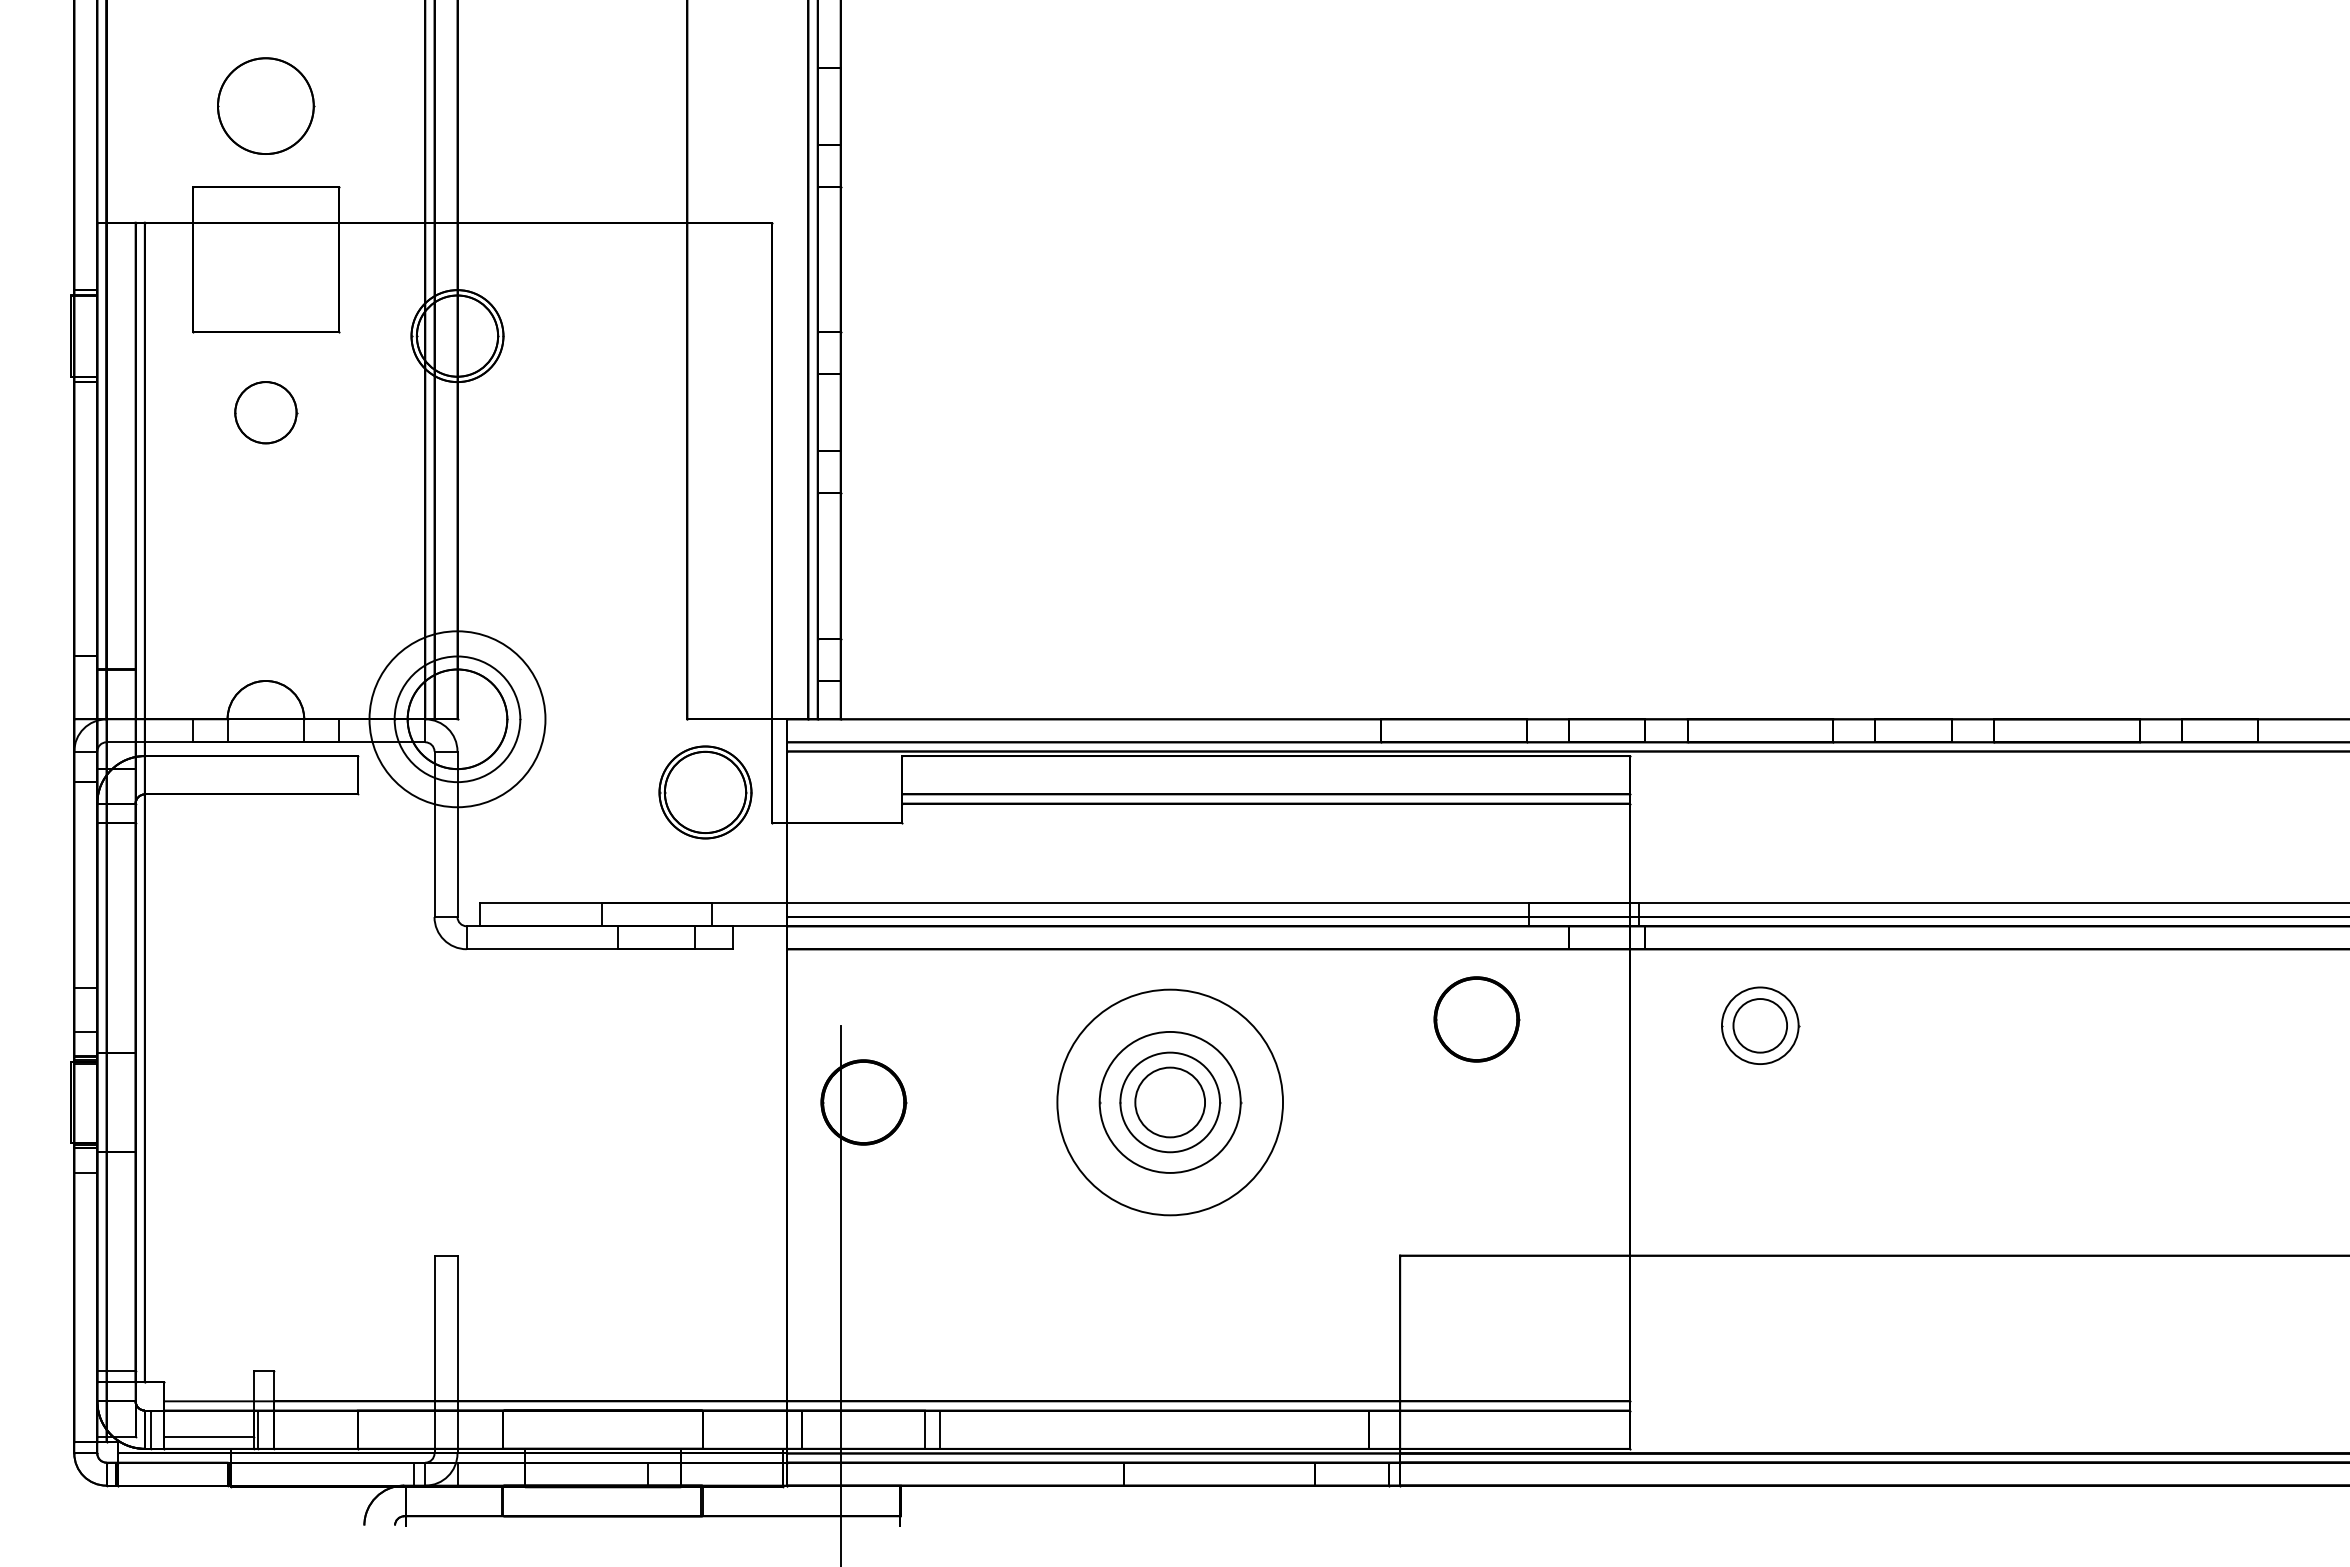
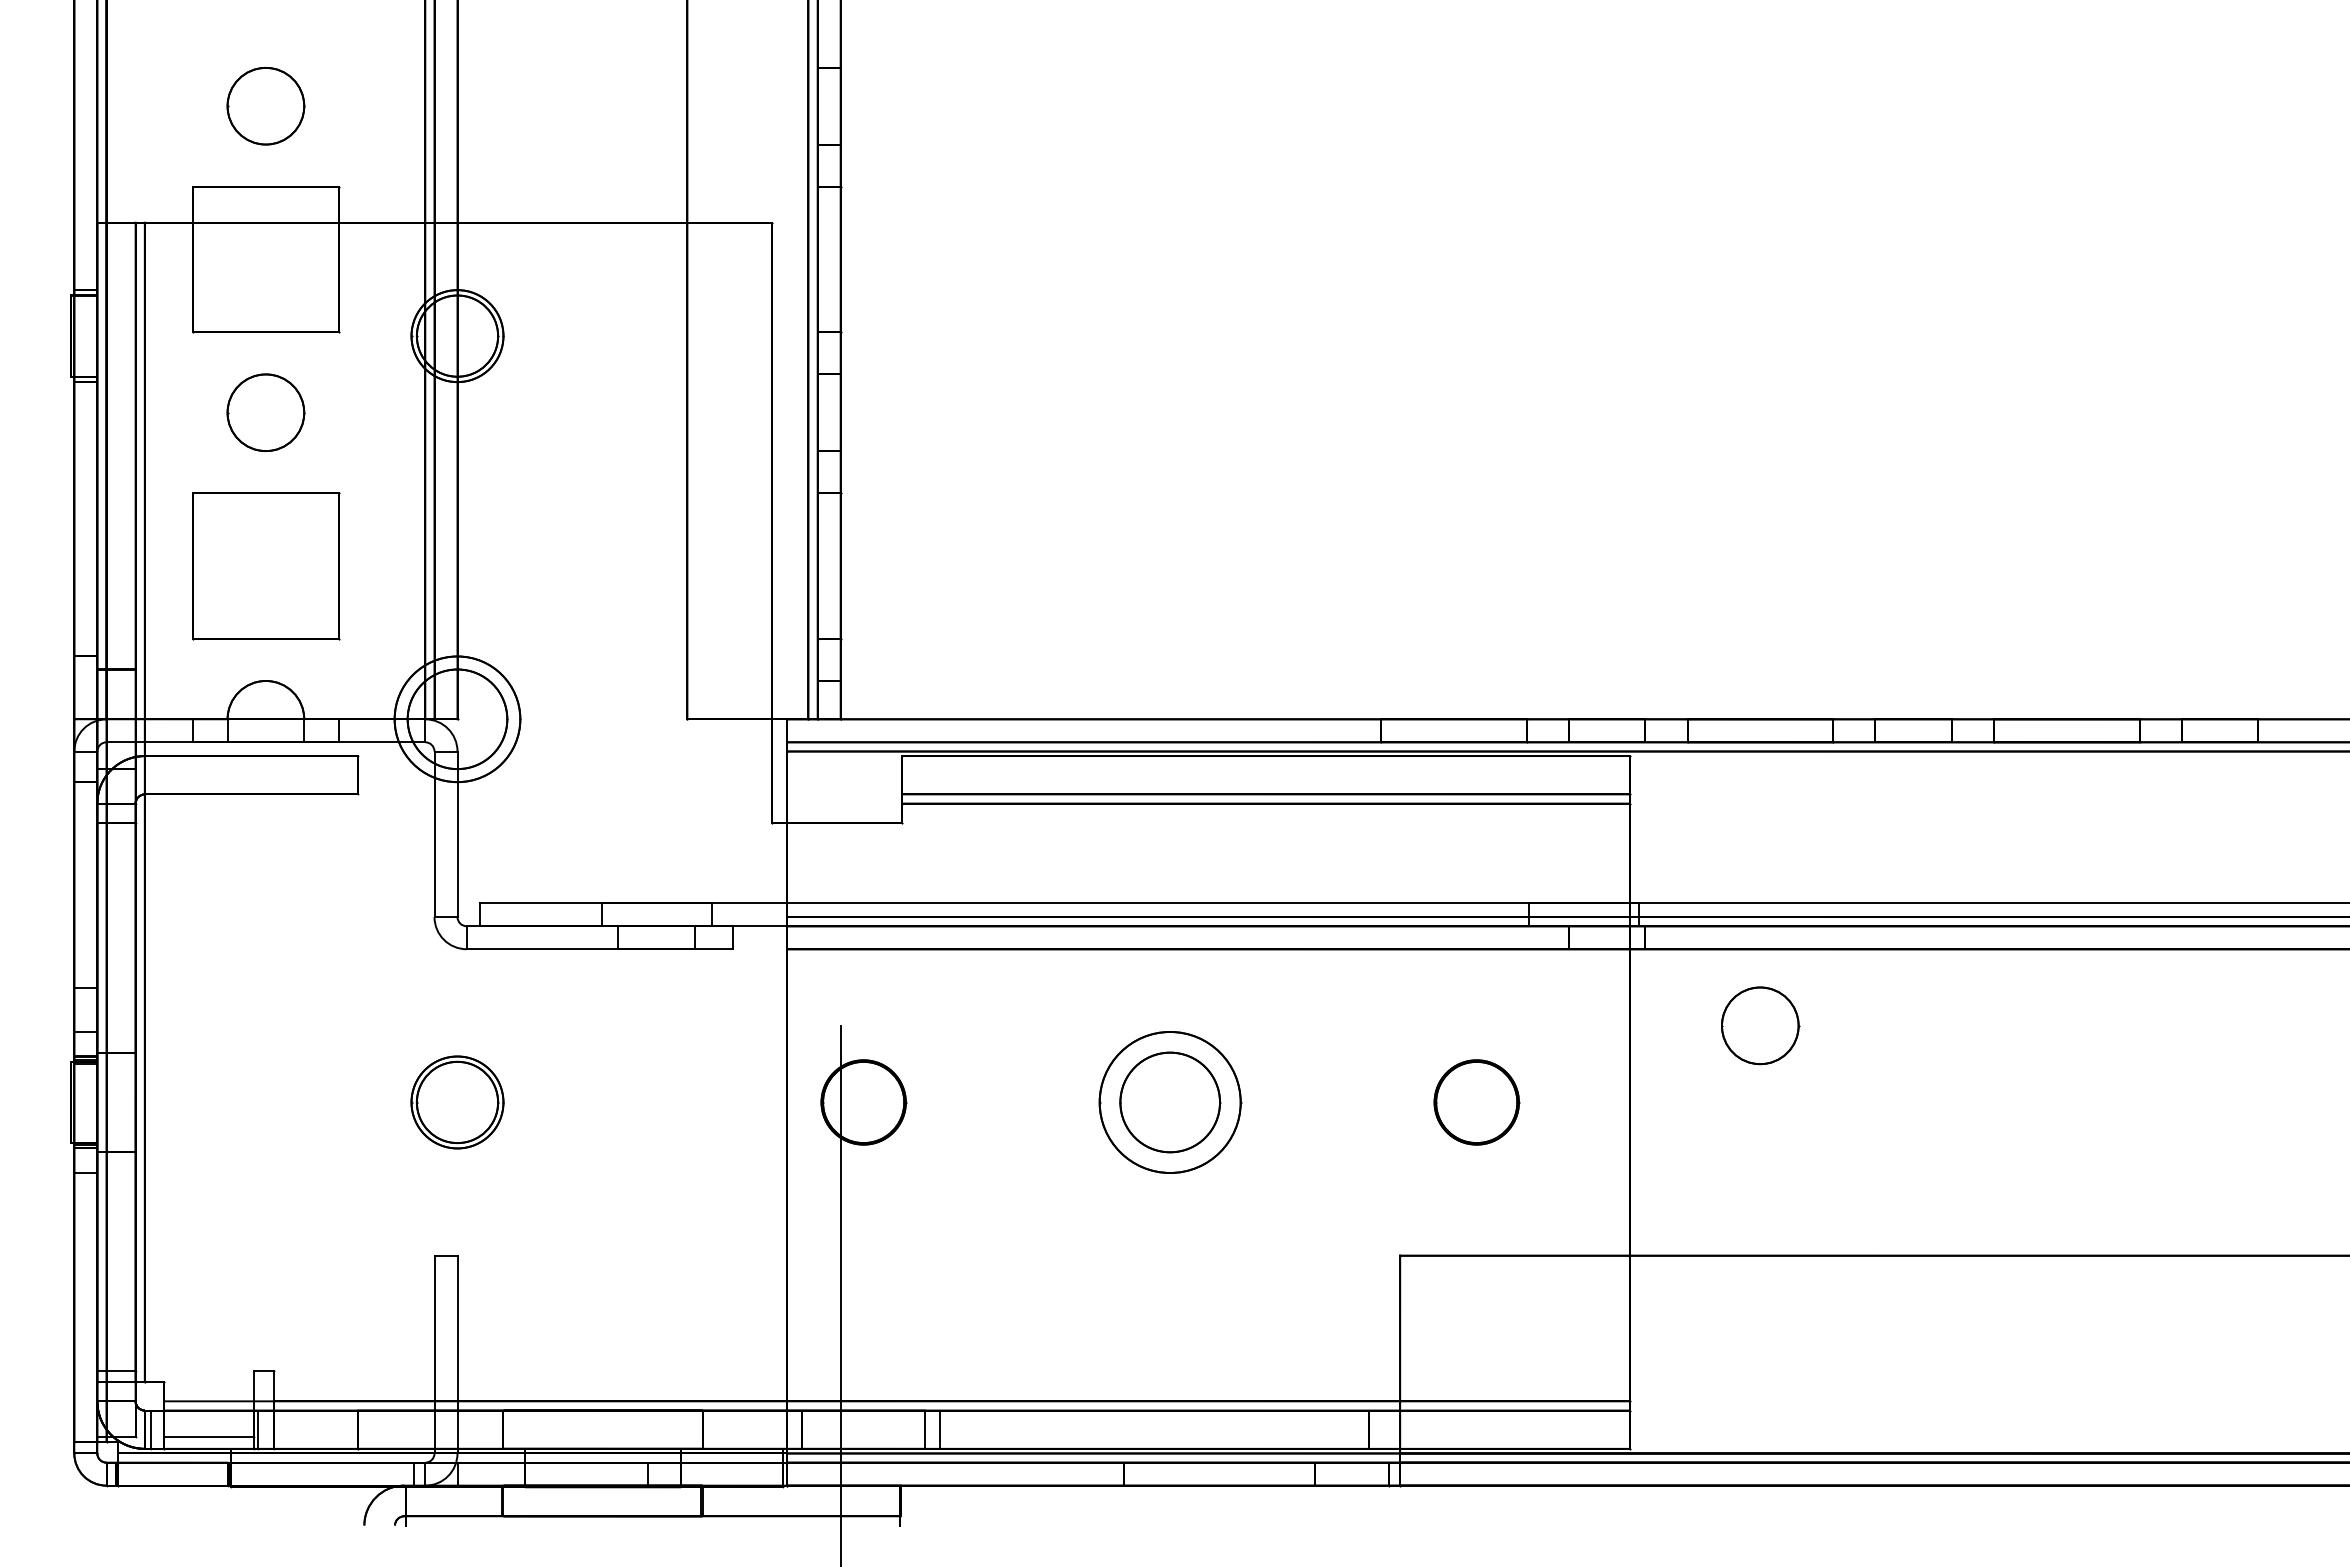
part at (266, 105) size: 99x98 px -> 80x79 px
part at (266, 412) size: 65x64 px -> 80x79 px
part at (266, 566): none -> present
circle at (457, 719) diameter: 176 px -> 126 px
part at (705, 792) position: (705, 792) -> (457, 1102)
part at (1476, 1019) position: (1476, 1019) -> (1476, 1102)
circle at (1760, 1025) diameter: 54 px -> 77 px
circle at (1170, 1102) diameter: 226 px -> 141 px
circle at (1170, 1102) diameter: 70 px -> 100 px
